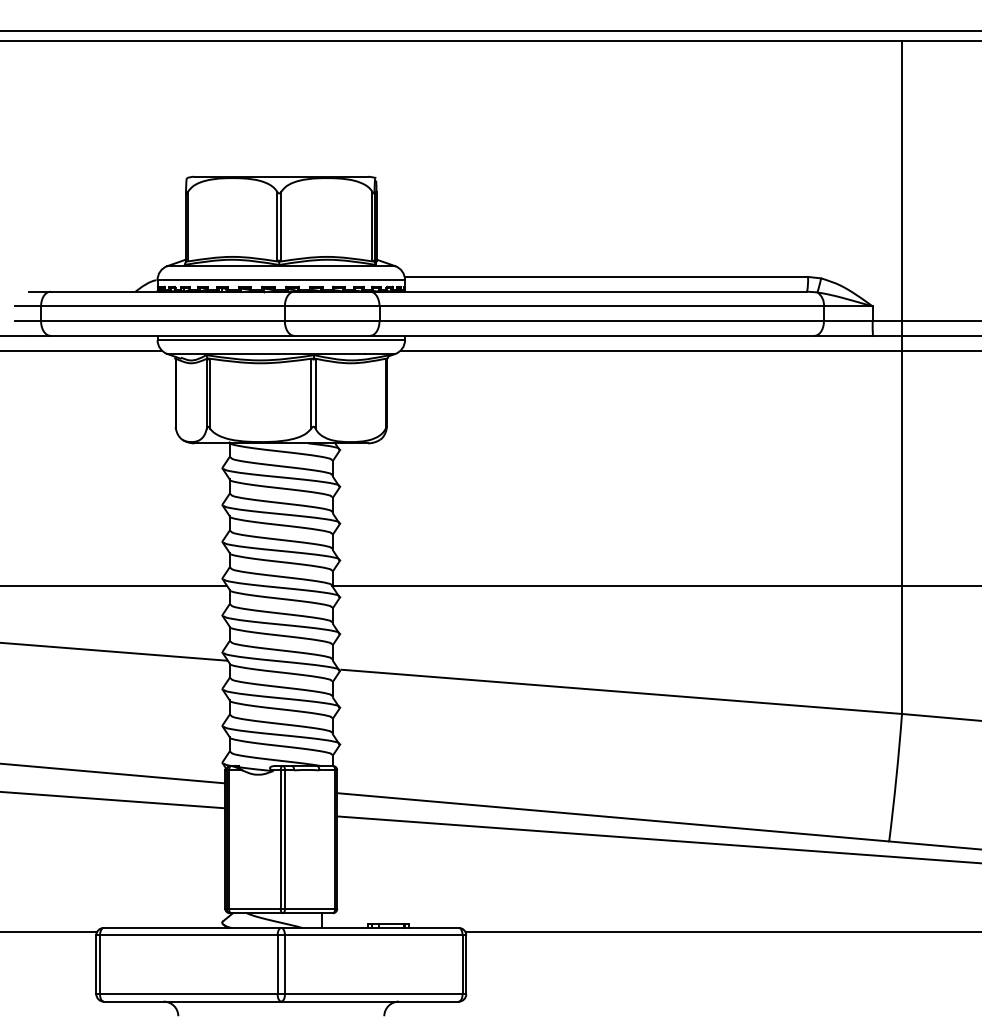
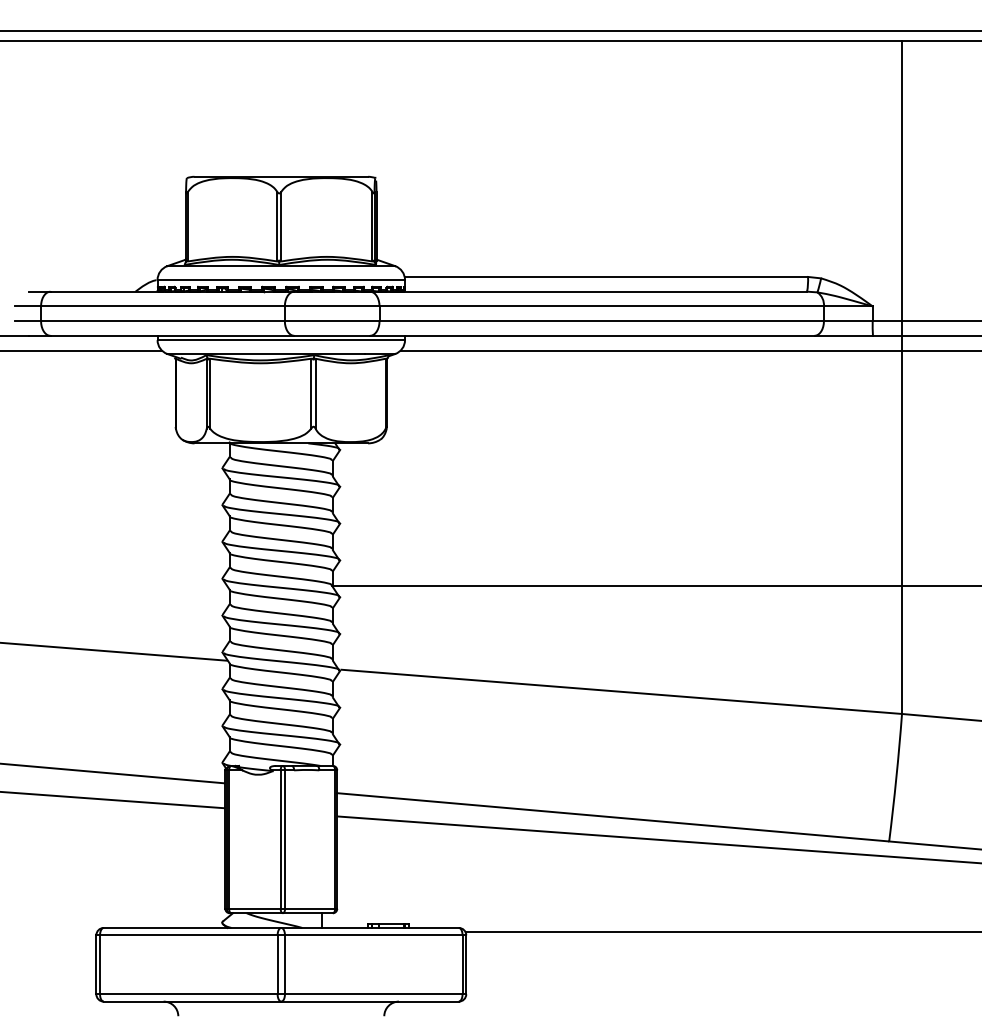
line at (114, 586): present -> none
line at (49, 932): present -> none
